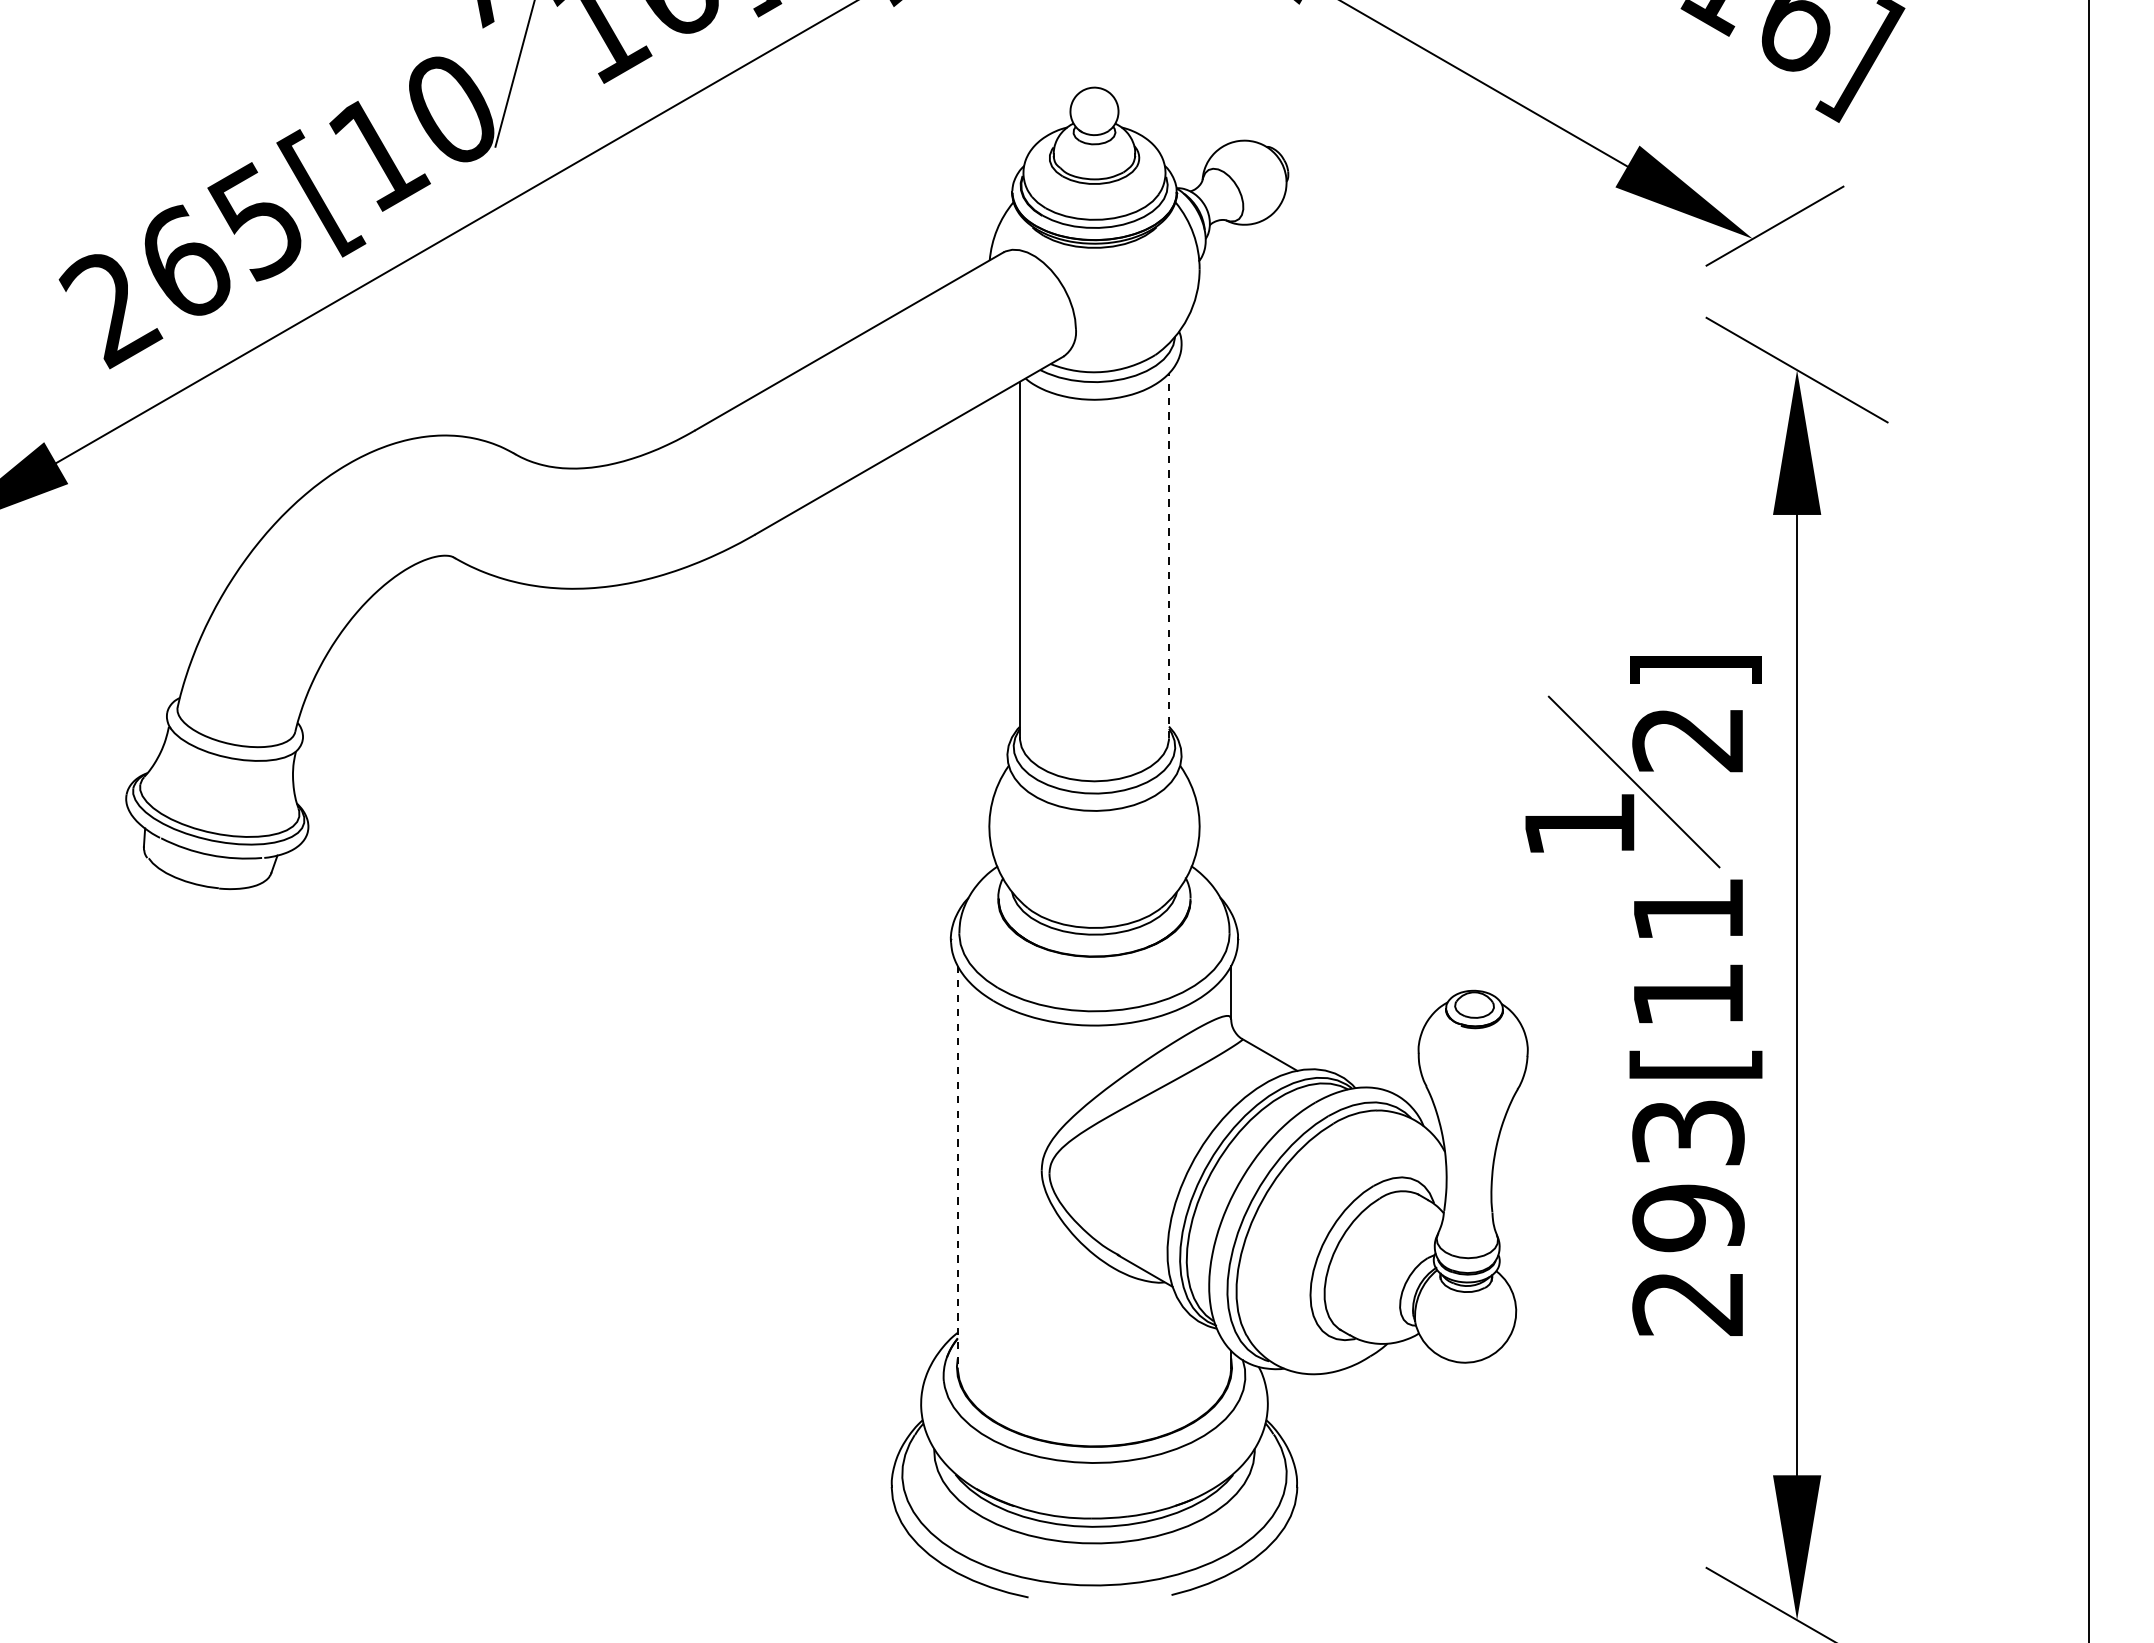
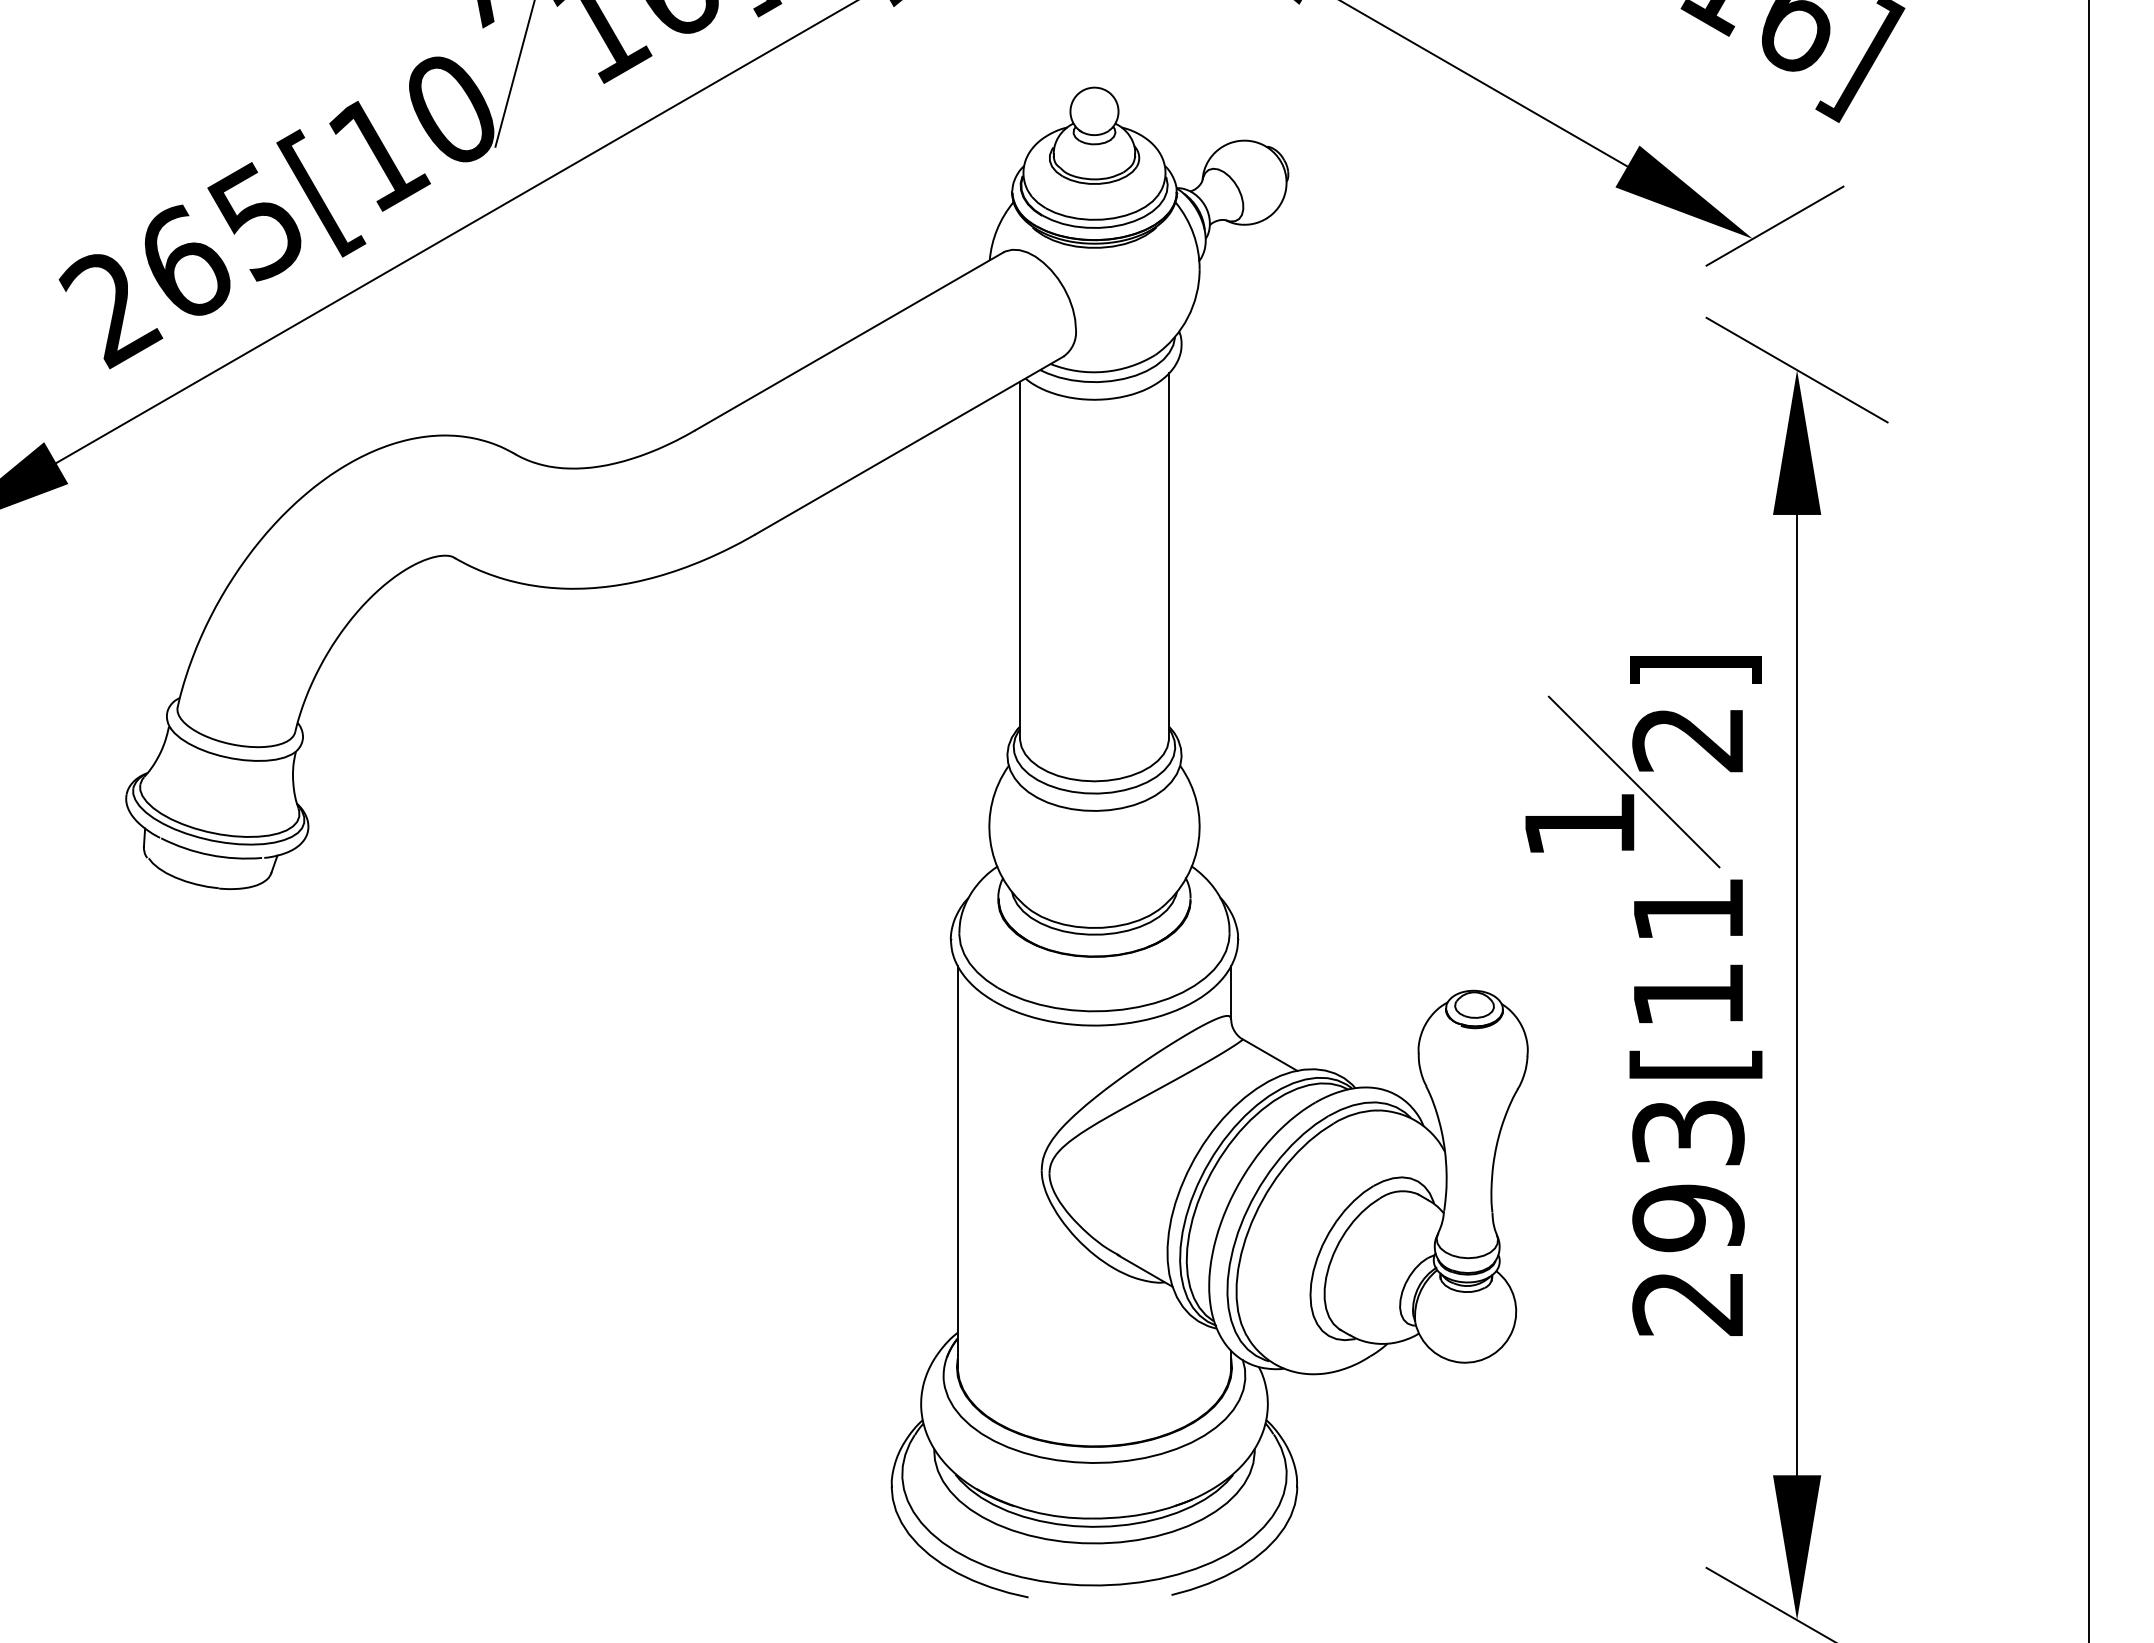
line at (1169, 555): dashed -> solid
line at (957, 1166): dashed -> solid
